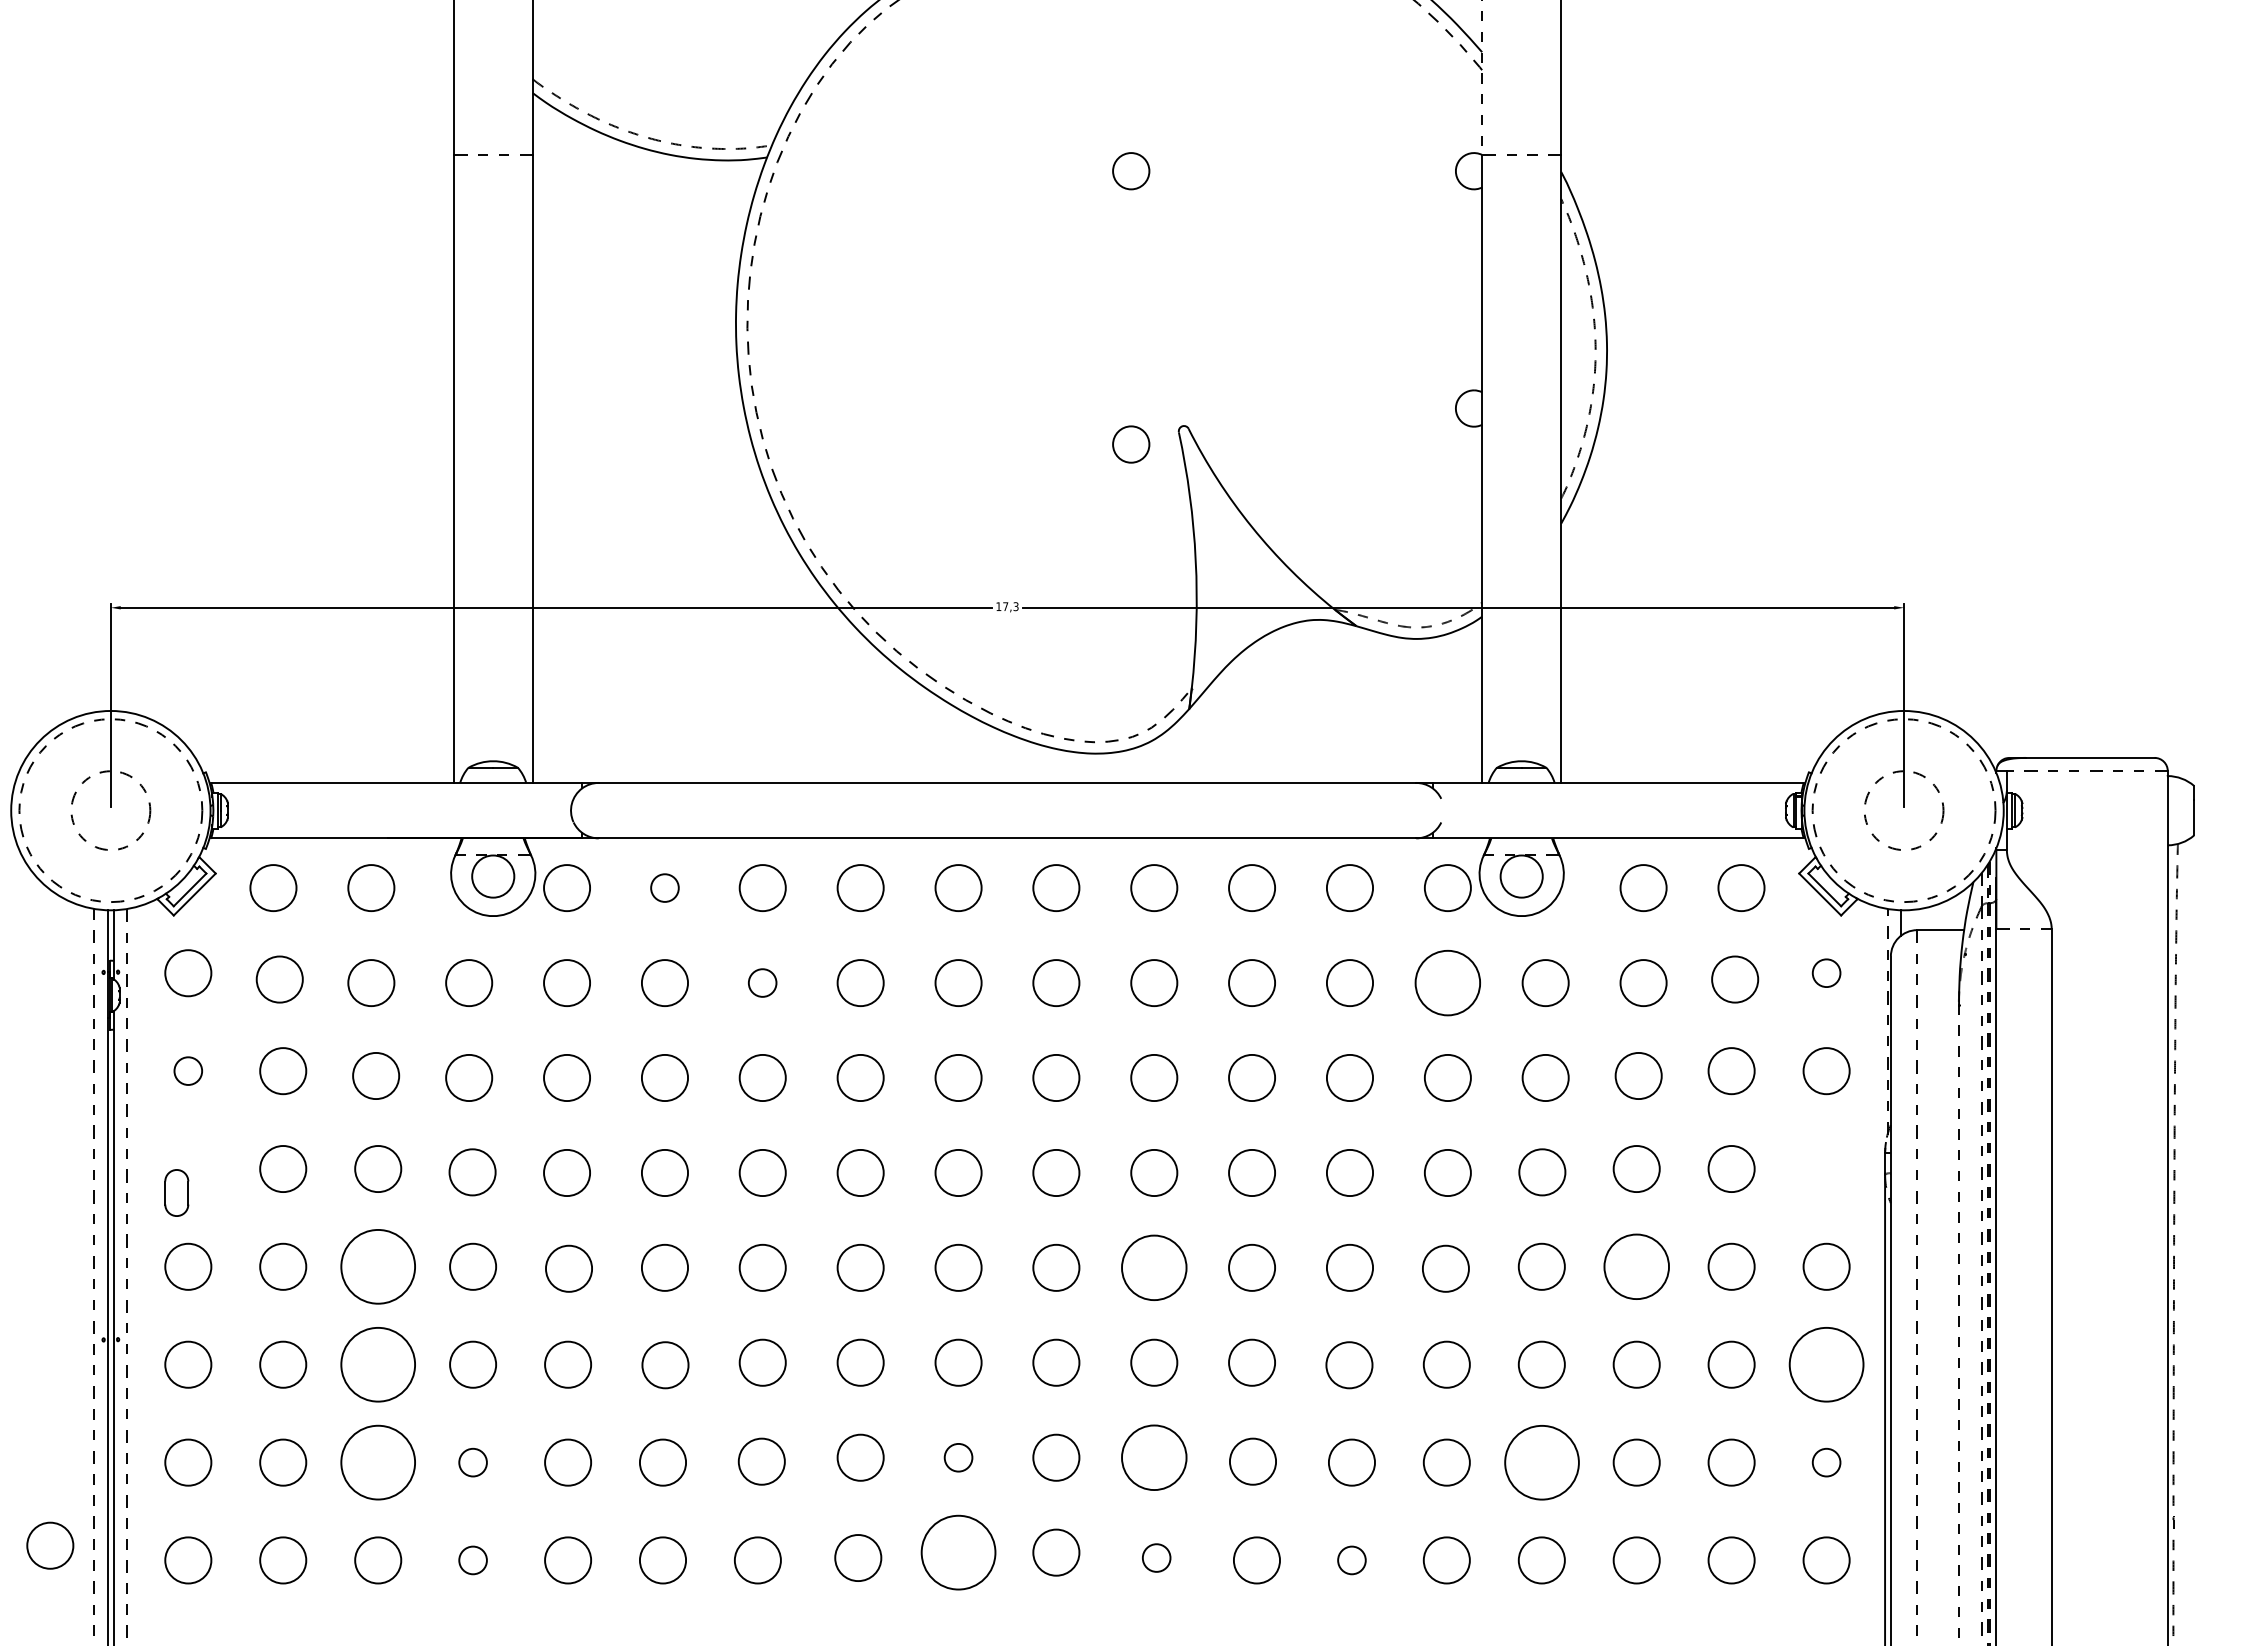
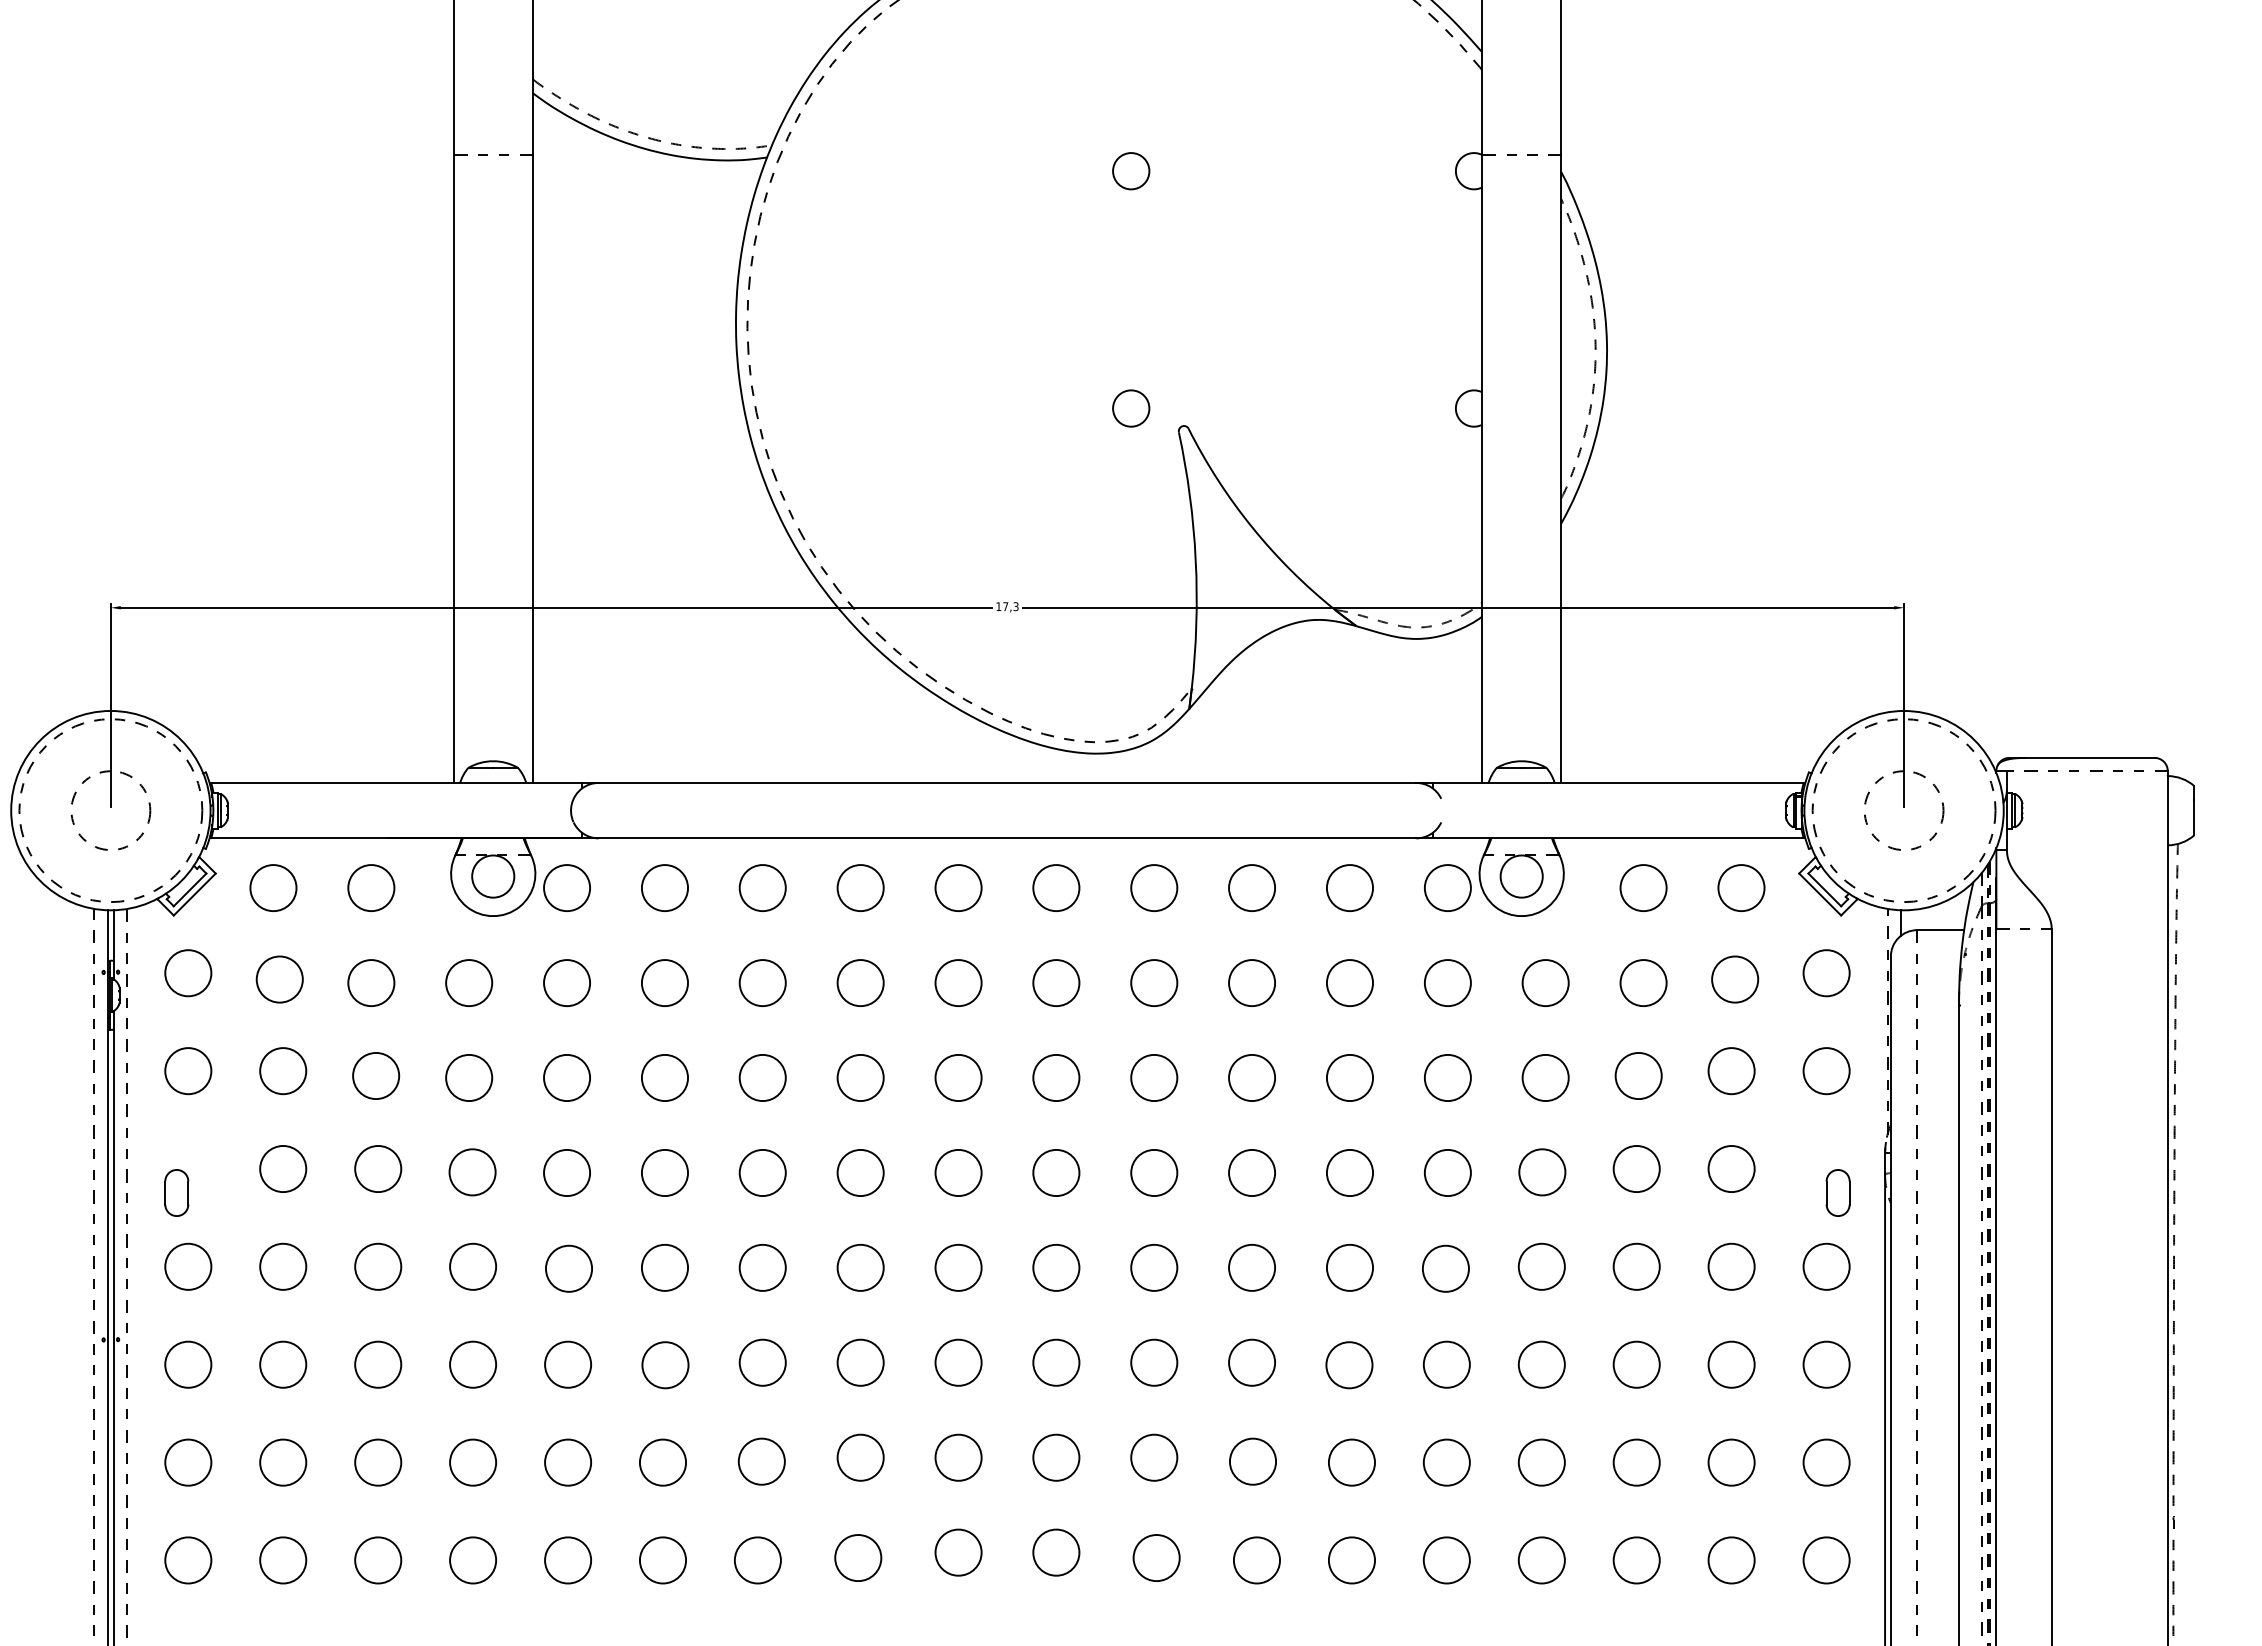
line at (1482, 77): dashed -> solid
circle at (1131, 444) position: (1131, 444) -> (1131, 408)
circle at (664, 887) diameter: 28 px -> 46 px
circle at (1826, 973) diameter: 28 px -> 46 px
circle at (762, 982) size: 30x30 px -> 49x48 px
circle at (1447, 982) diameter: 65 px -> 46 px
circle at (188, 1070) diameter: 28 px -> 46 px
part at (1837, 1192): none -> present
circle at (378, 1266) diameter: 74 px -> 46 px
circle at (1636, 1266) diameter: 65 px -> 46 px
circle at (1154, 1267) diameter: 65 px -> 46 px
line at (1958, 1325): dashed -> solid
circle at (378, 1364) diameter: 74 px -> 46 px
circle at (1826, 1364) diameter: 74 px -> 46 px
circle at (958, 1457) diameter: 28 px -> 46 px
circle at (1154, 1457) diameter: 65 px -> 46 px
circle at (378, 1462) diameter: 74 px -> 46 px
circle at (472, 1462) diameter: 28 px -> 46 px
circle at (1541, 1462) size: 76x76 px -> 49x49 px
circle at (1826, 1462) diameter: 28 px -> 46 px
circle at (50, 1545): present -> none
circle at (958, 1552) diameter: 74 px -> 46 px
circle at (1156, 1557) diameter: 28 px -> 46 px
circle at (472, 1560) diameter: 28 px -> 46 px
circle at (1351, 1560) diameter: 28 px -> 46 px
